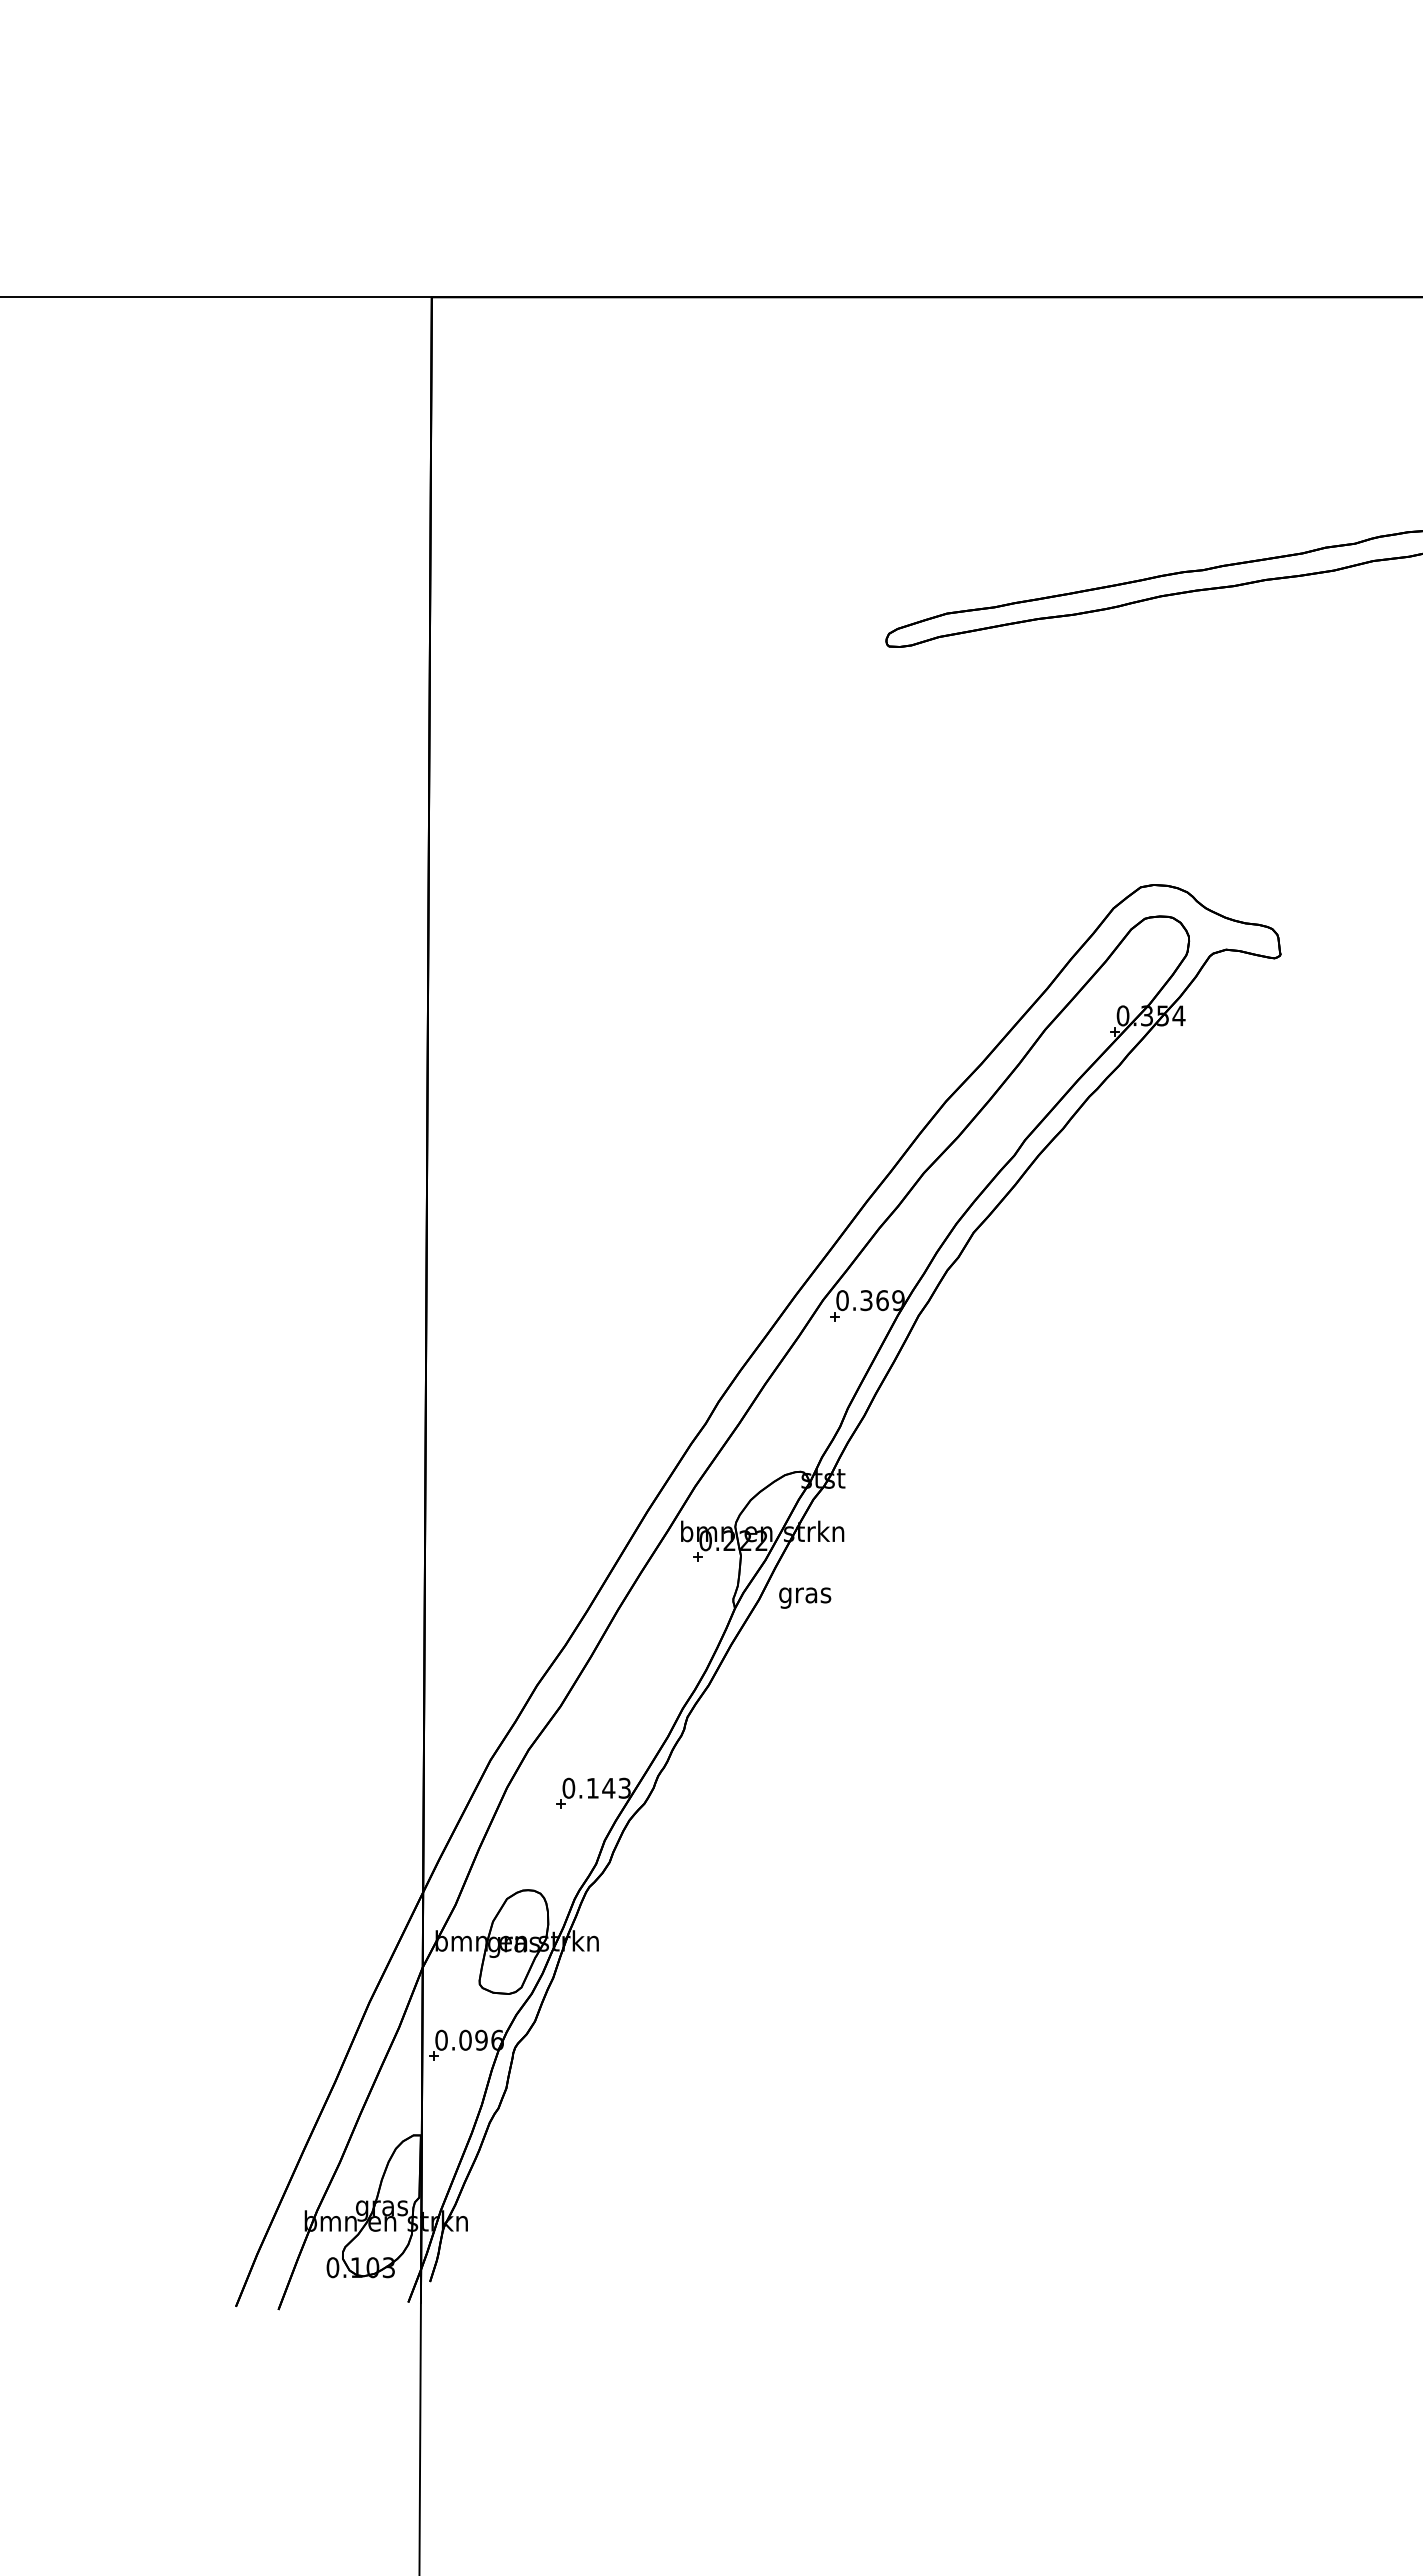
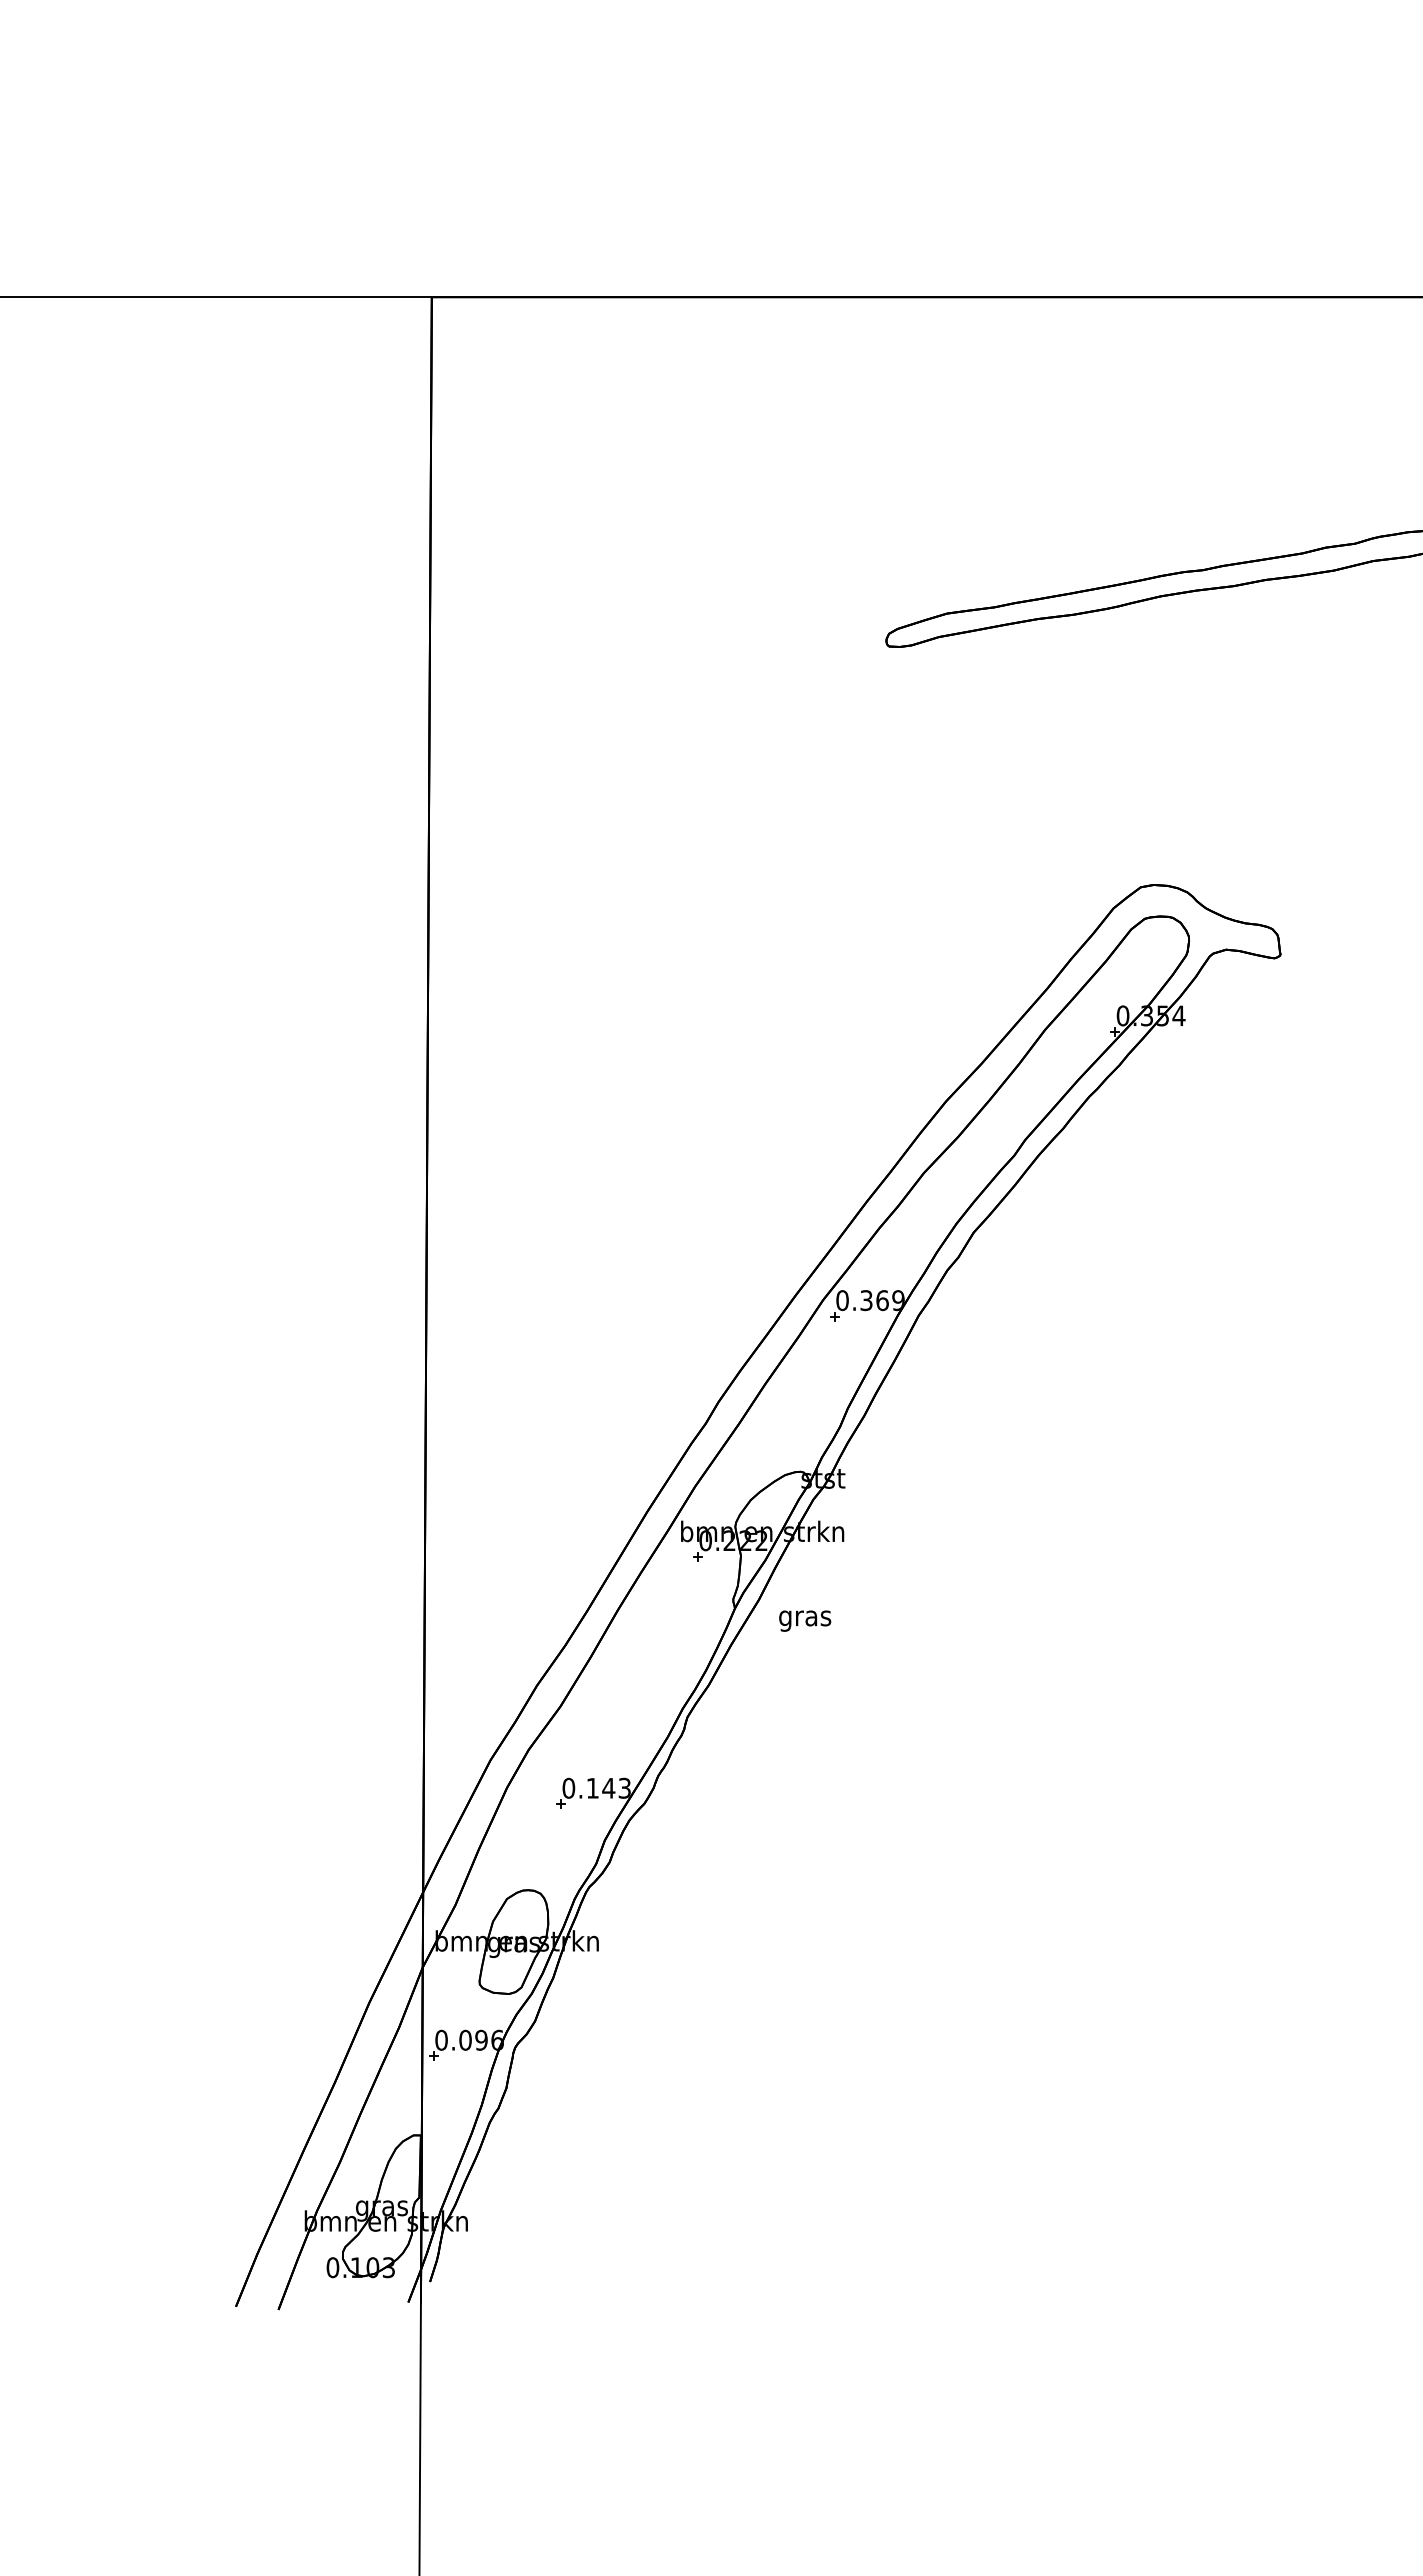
text at (805, 1597) position: (805, 1597) -> (805, 1620)
